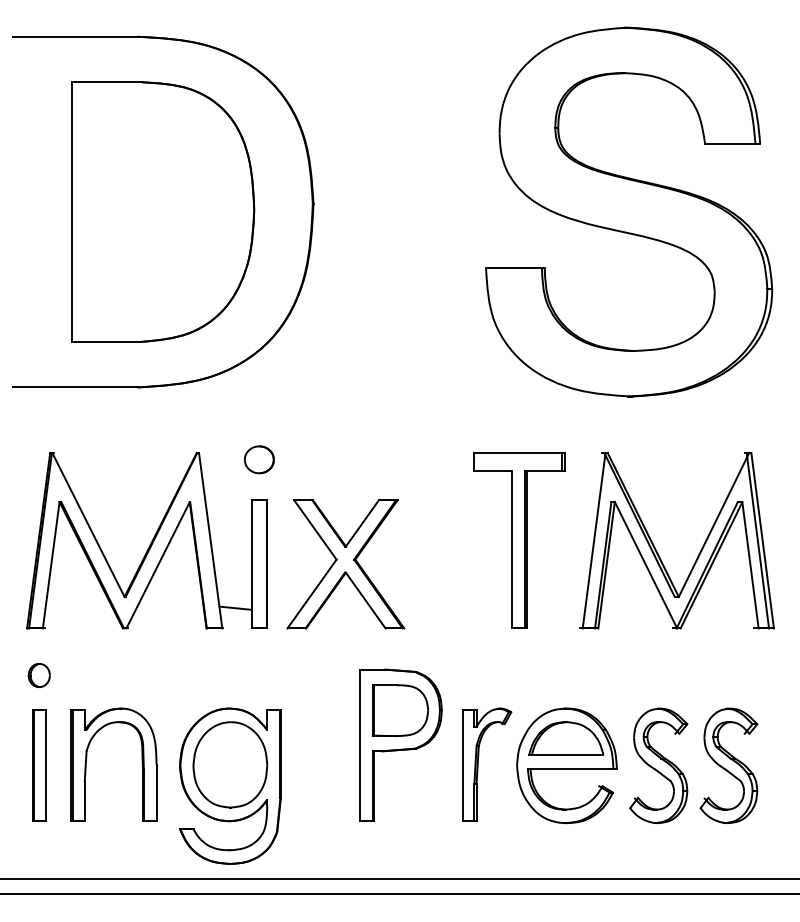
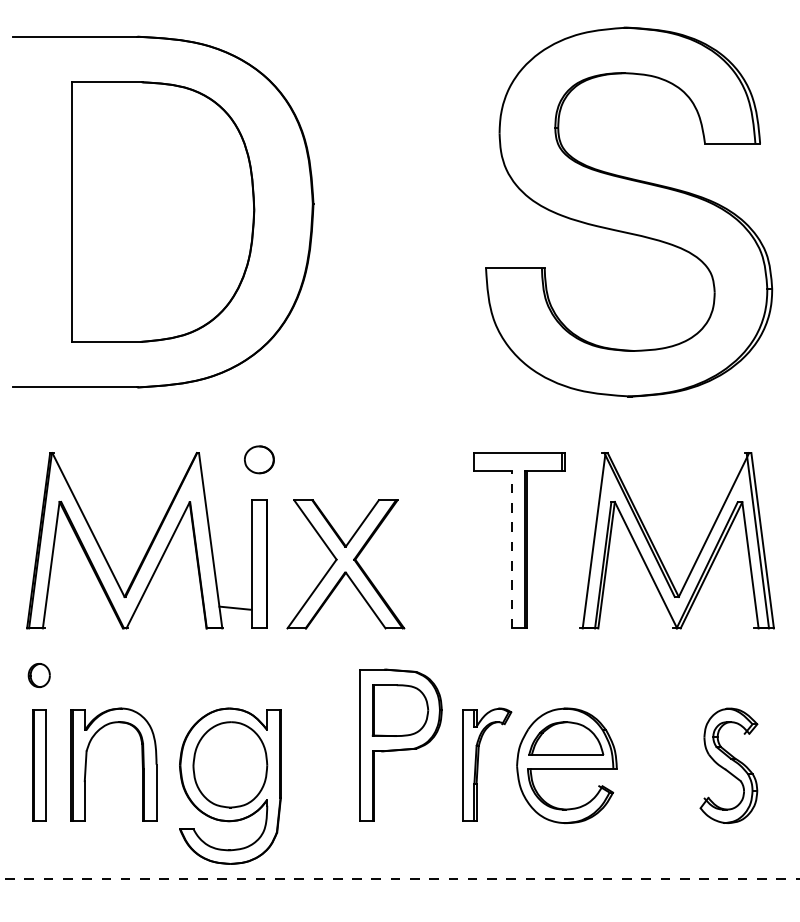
line at (511, 549): solid -> dashed
part at (658, 765): present -> none
line at (400, 879): solid -> dashed
line at (399, 894): present -> none
